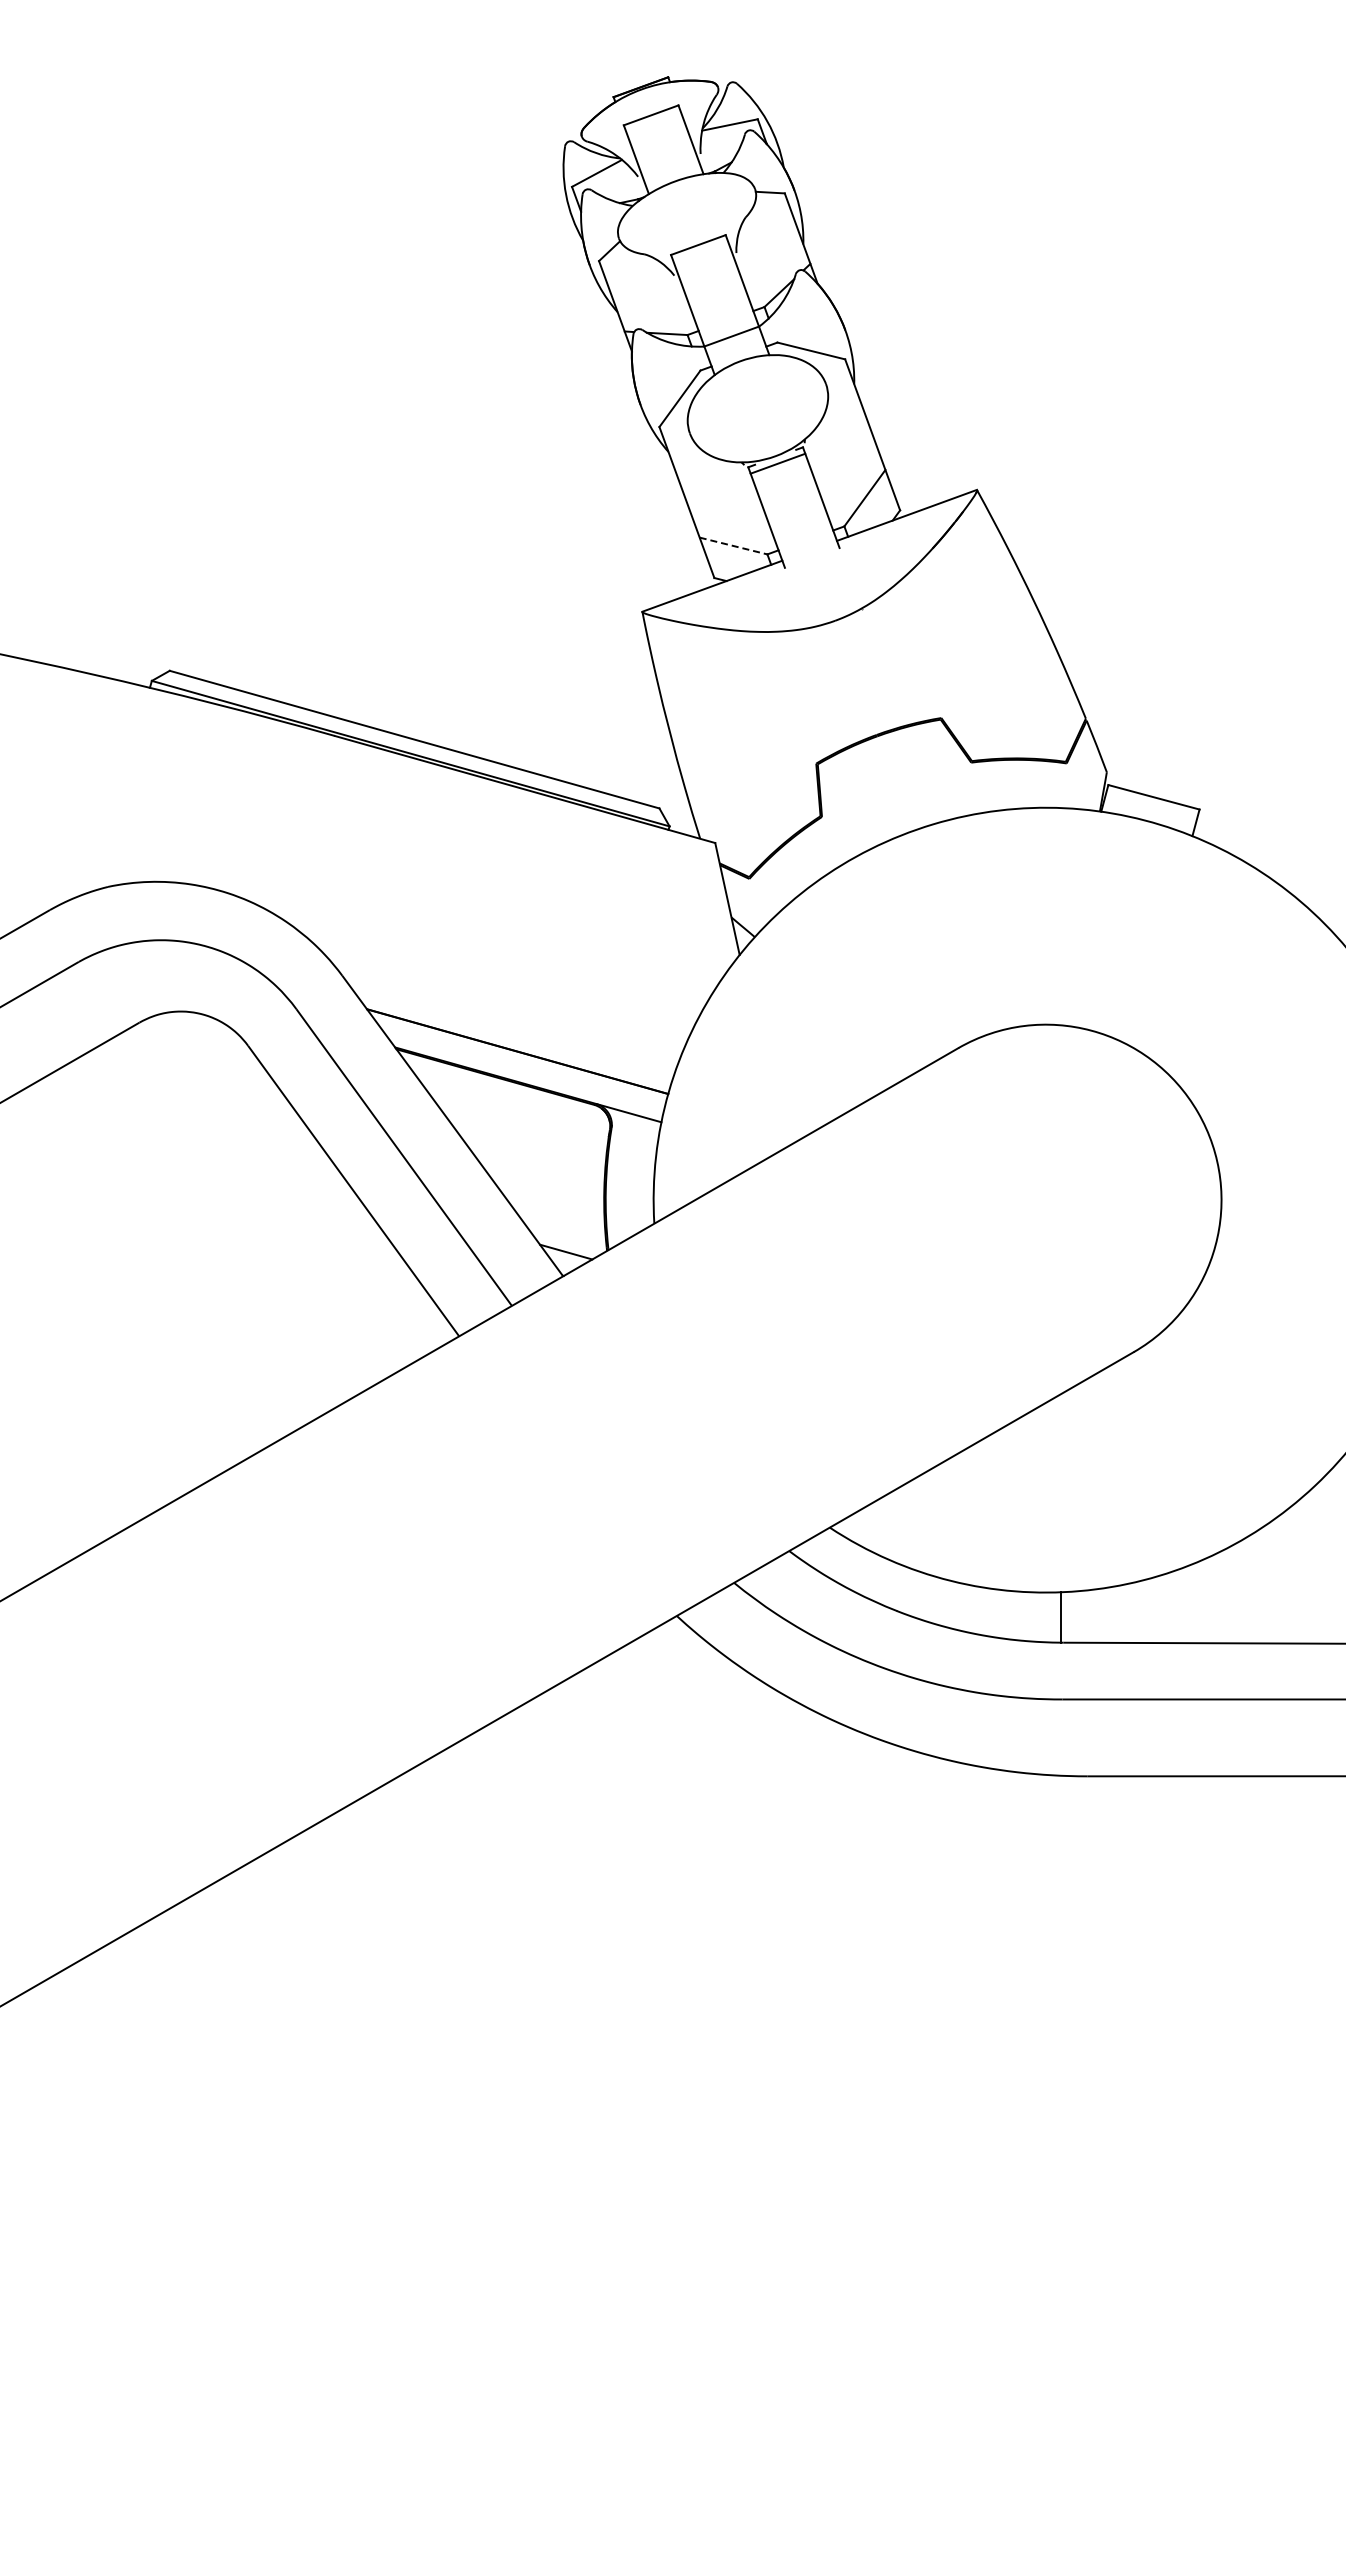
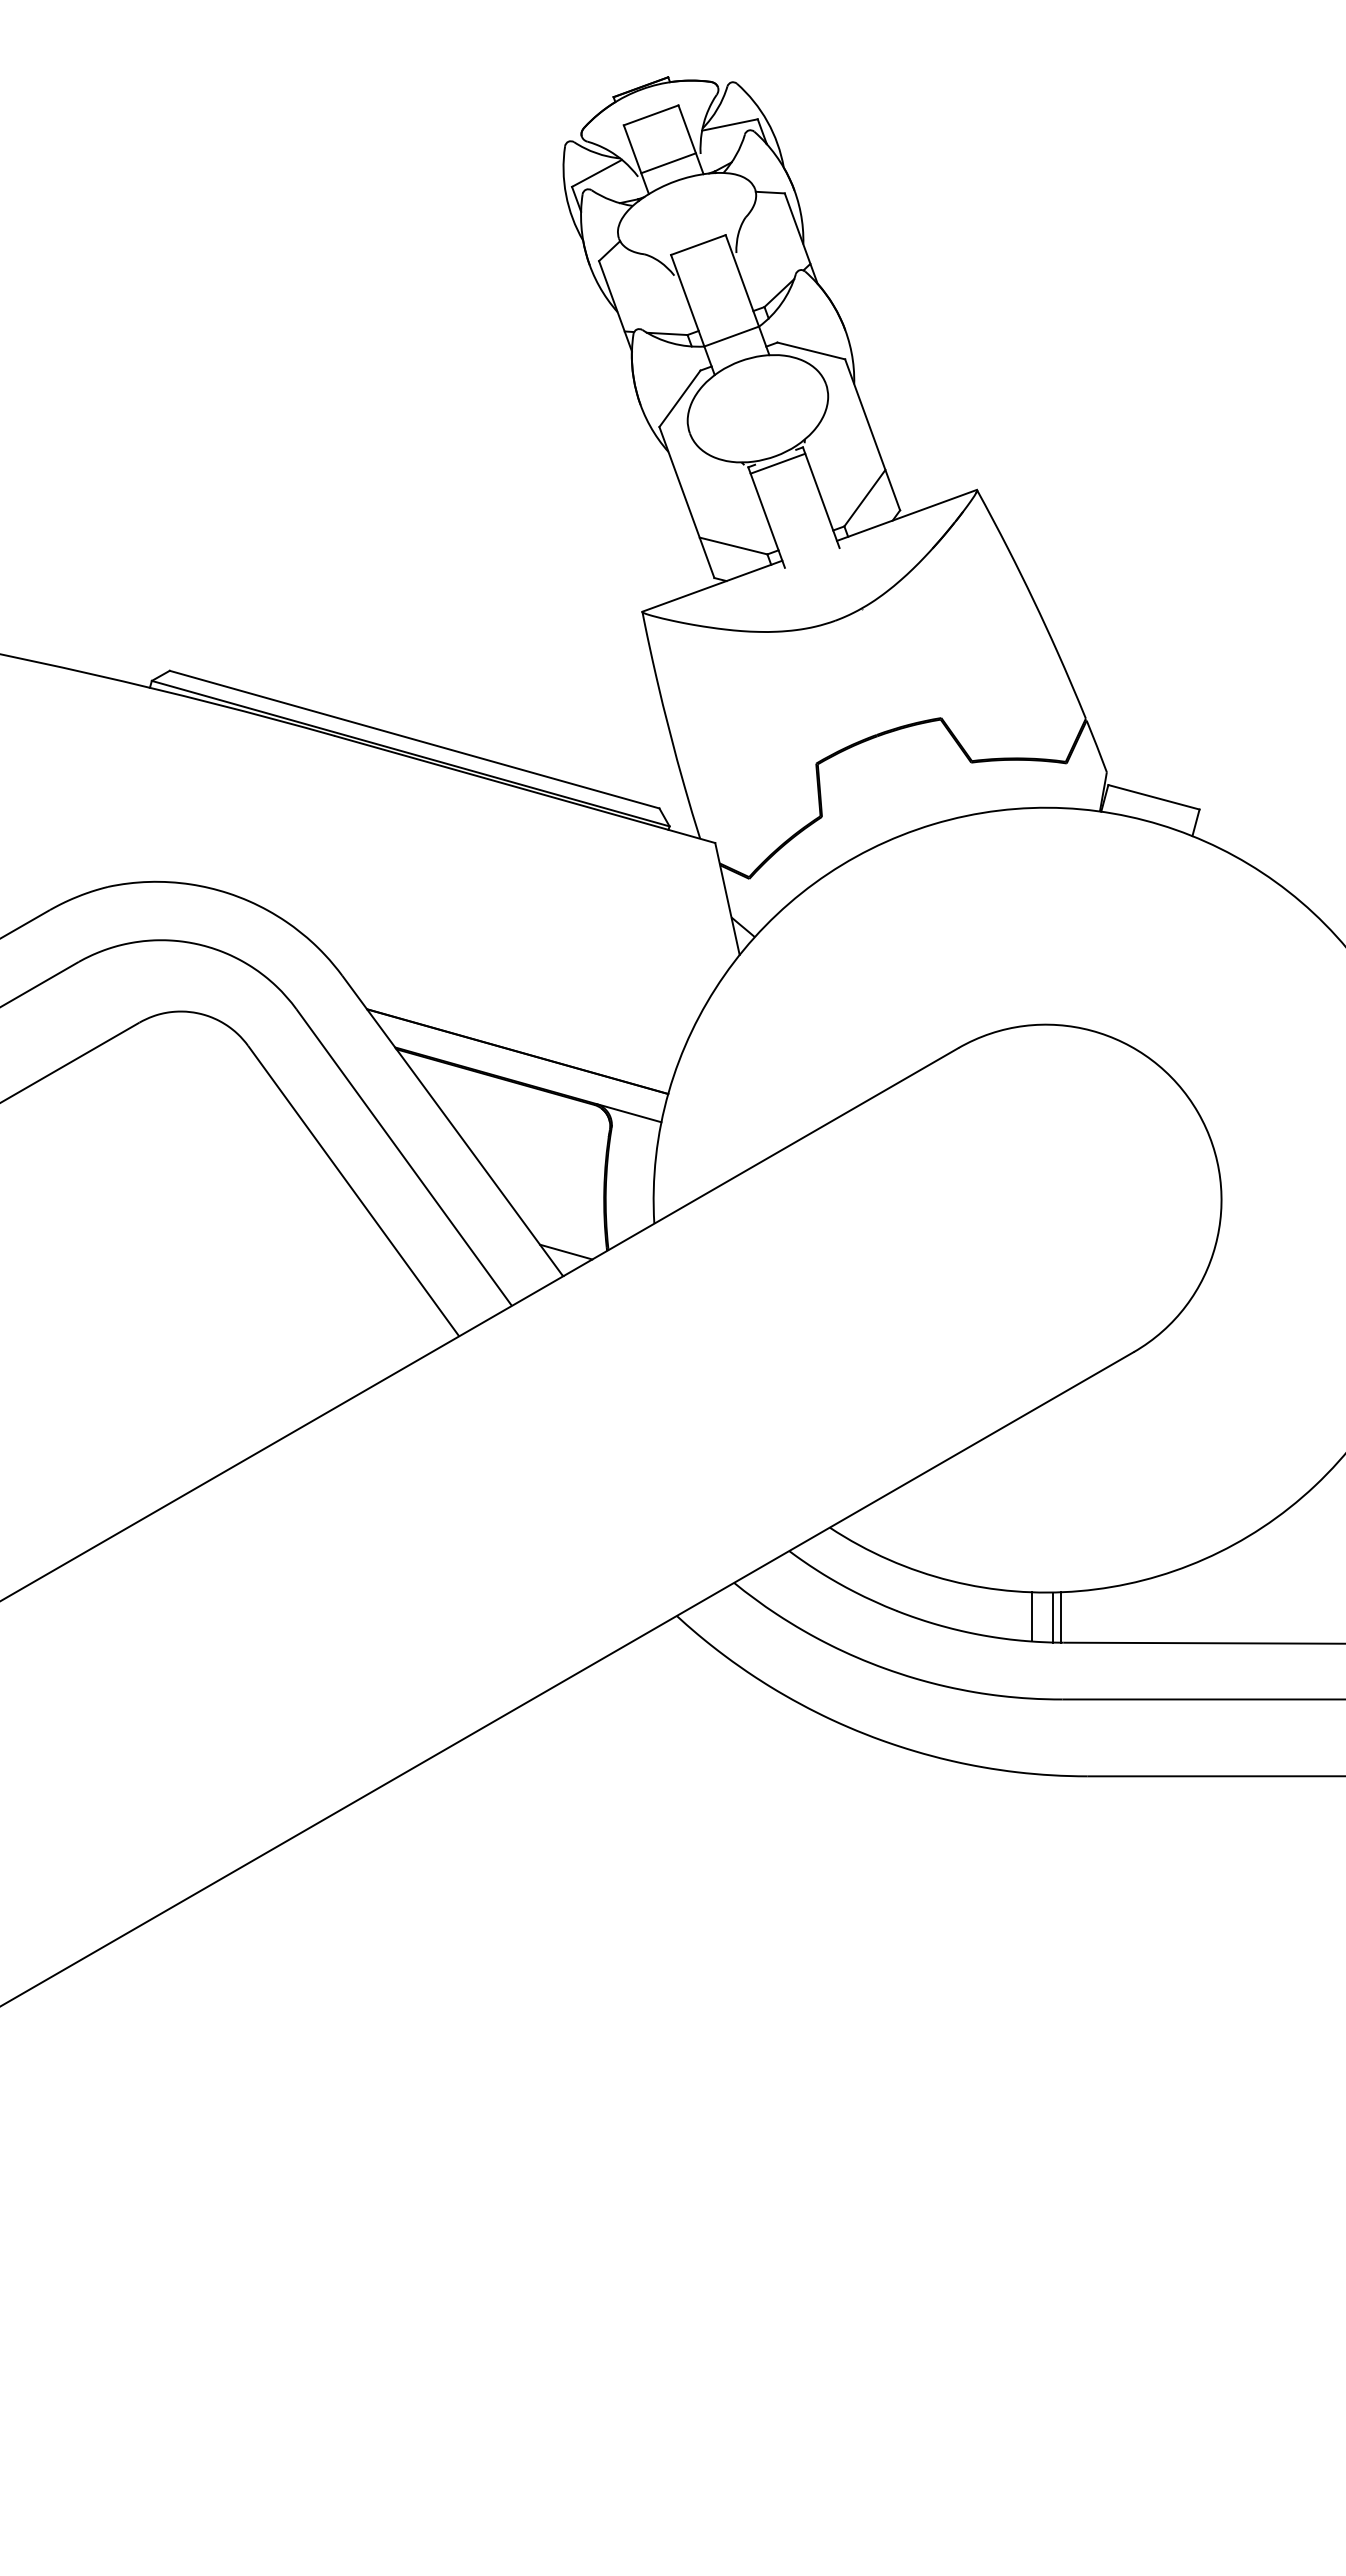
line at (668, 163): none -> present
line at (733, 546): dashed -> solid
line at (1031, 1616): none -> present
line at (1053, 1617): none -> present
